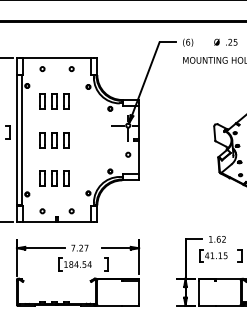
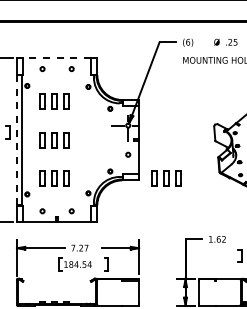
line at (55, 58): solid -> dashed
line at (16, 139): solid -> dashed
part at (166, 178): none -> present
part at (213, 255): present -> none
